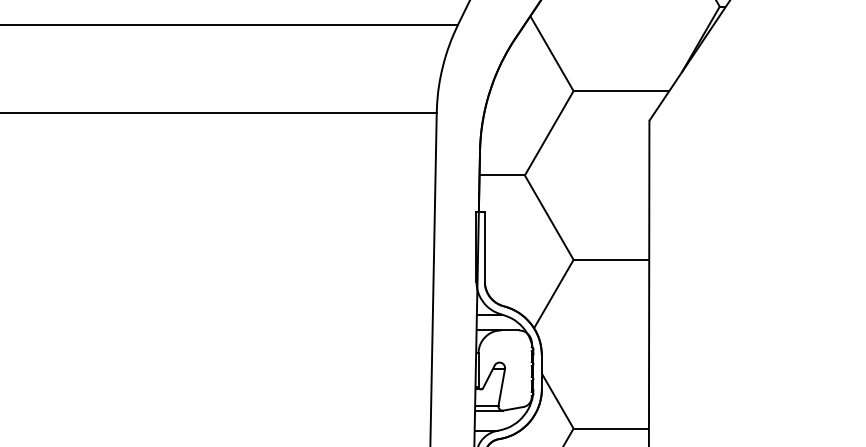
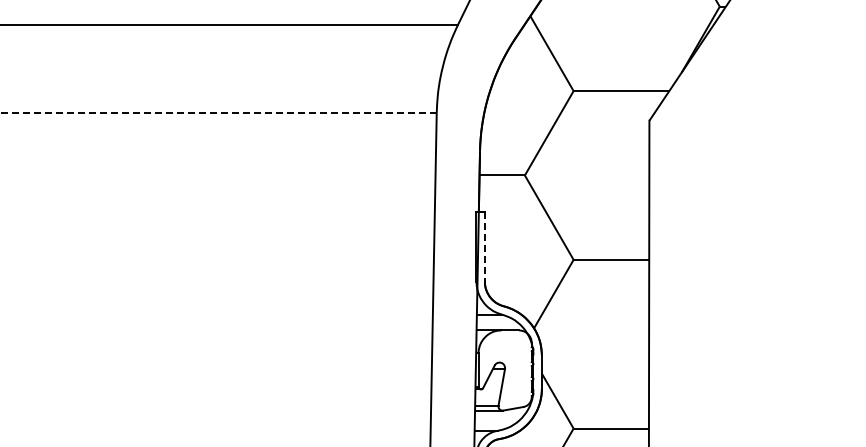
line at (217, 113): solid -> dashed
line at (484, 247): solid -> dashed
